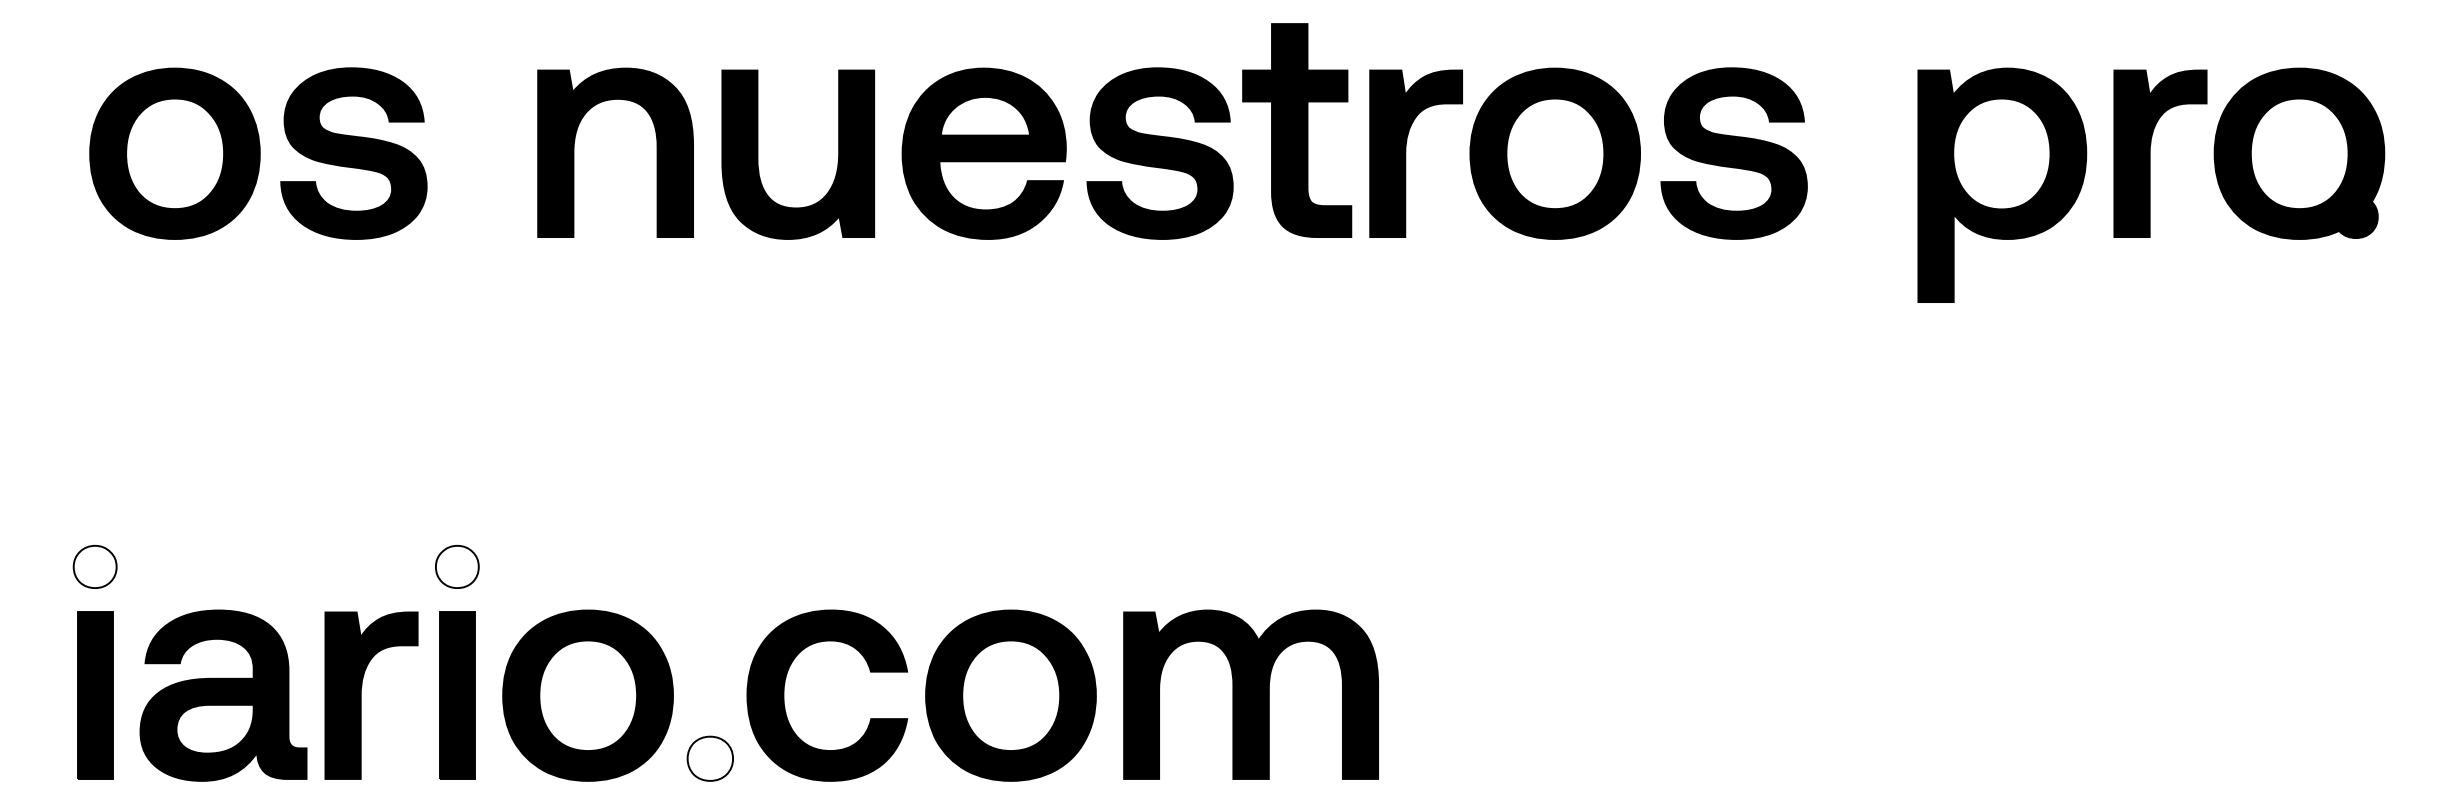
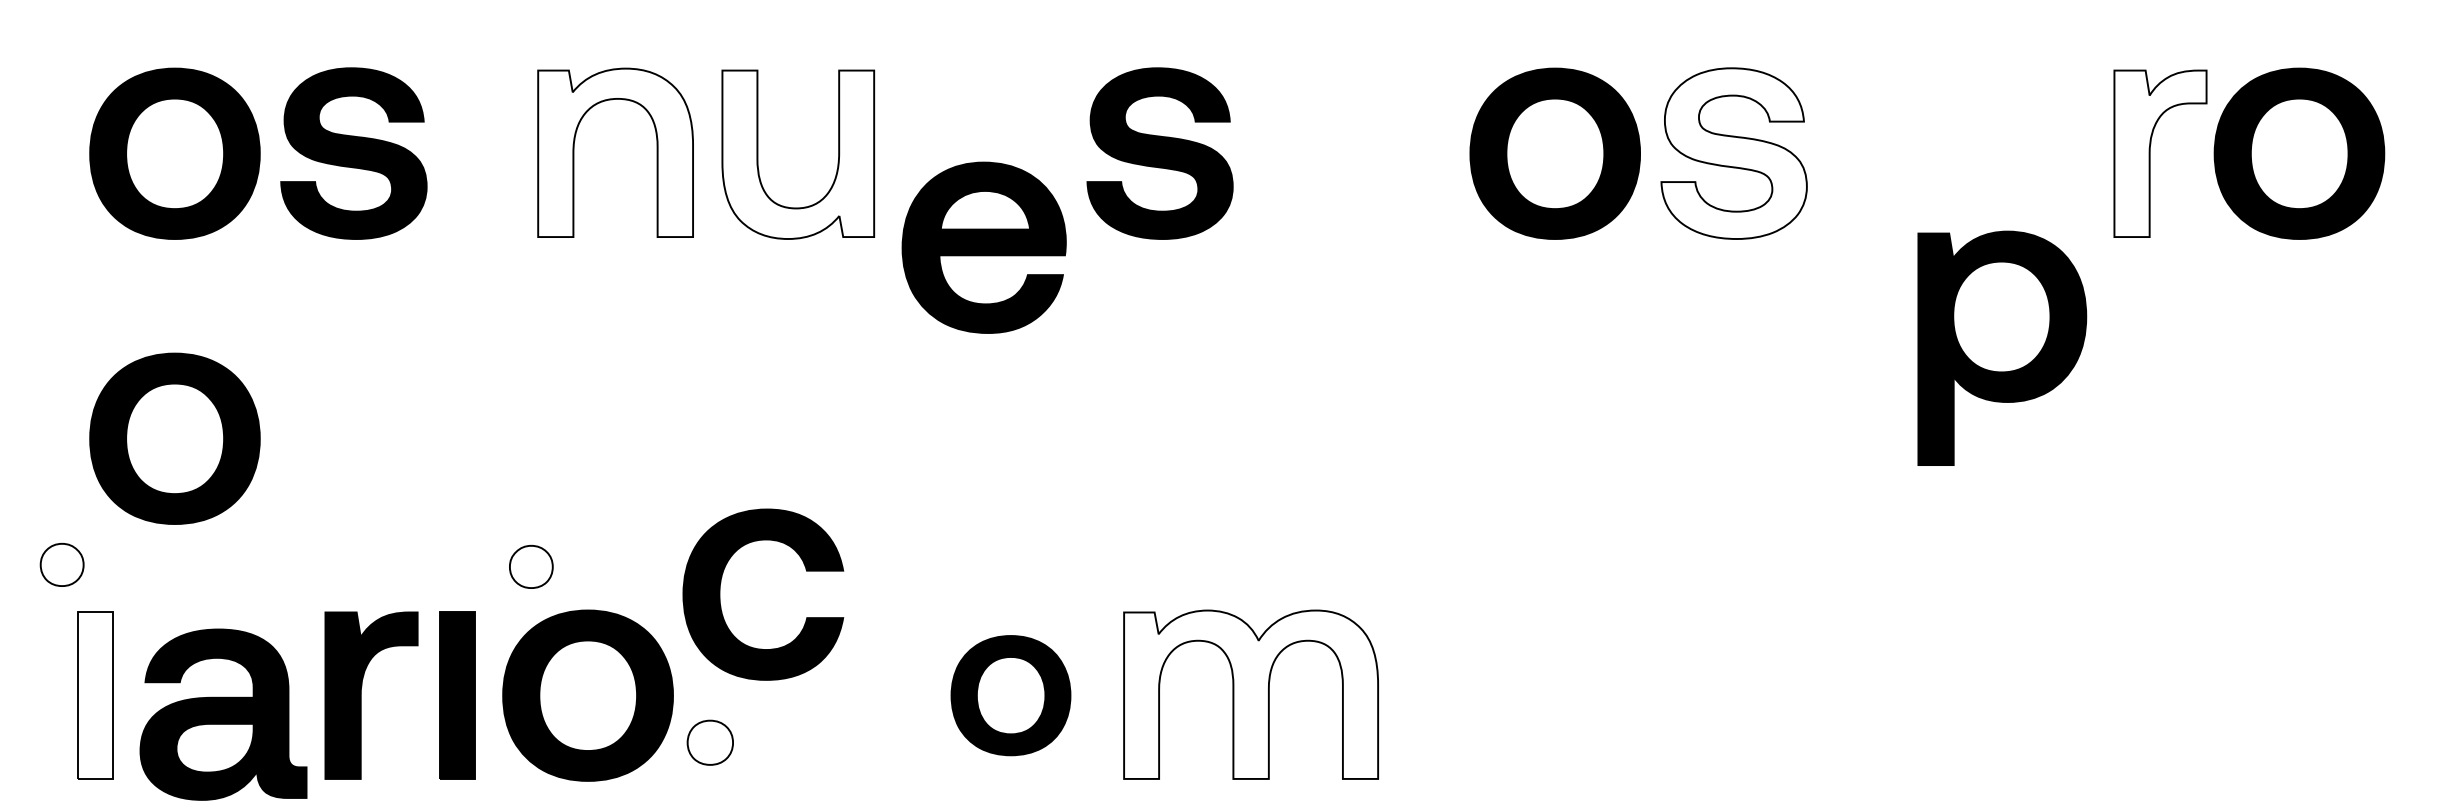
part at (1297, 130): present -> none
fill at (615, 152): present -> none
part at (983, 153) position: (983, 153) -> (983, 247)
part at (1406, 153): present -> none
fill at (1733, 153): present -> none
fill at (2160, 153): present -> none
fill at (798, 154): present -> none
part at (2002, 184) position: (2002, 184) -> (2002, 347)
fill at (2355, 216): present -> none
part at (174, 438): none -> present
part at (94, 566) position: (94, 566) -> (61, 564)
part at (457, 566) position: (457, 566) -> (531, 566)
fill at (1251, 694): present -> none
fill at (94, 695): present -> none
part at (223, 695) position: (223, 695) -> (223, 714)
part at (784, 695) position: (784, 695) -> (720, 594)
part at (1010, 695) size: 172x173 px -> 122x122 px
part at (709, 758) position: (709, 758) -> (709, 742)
